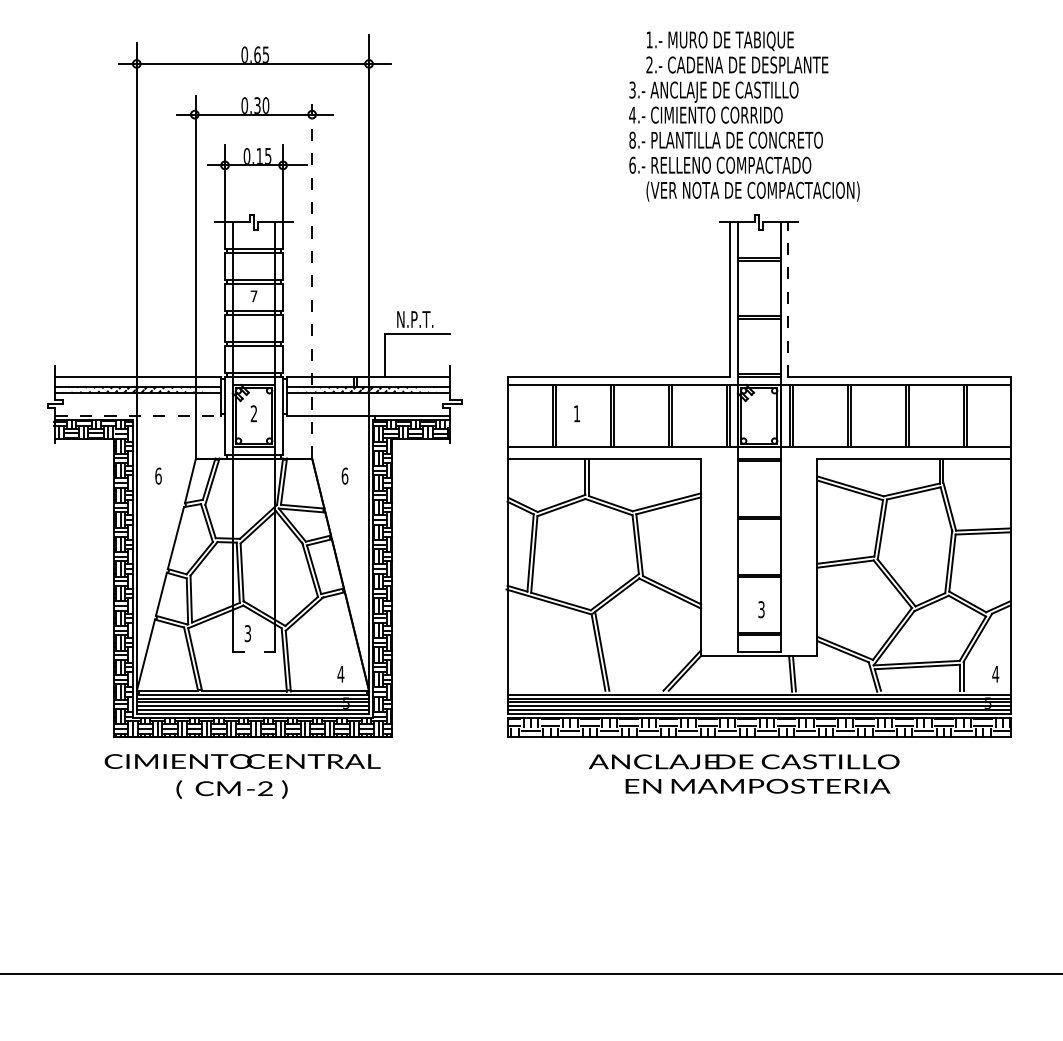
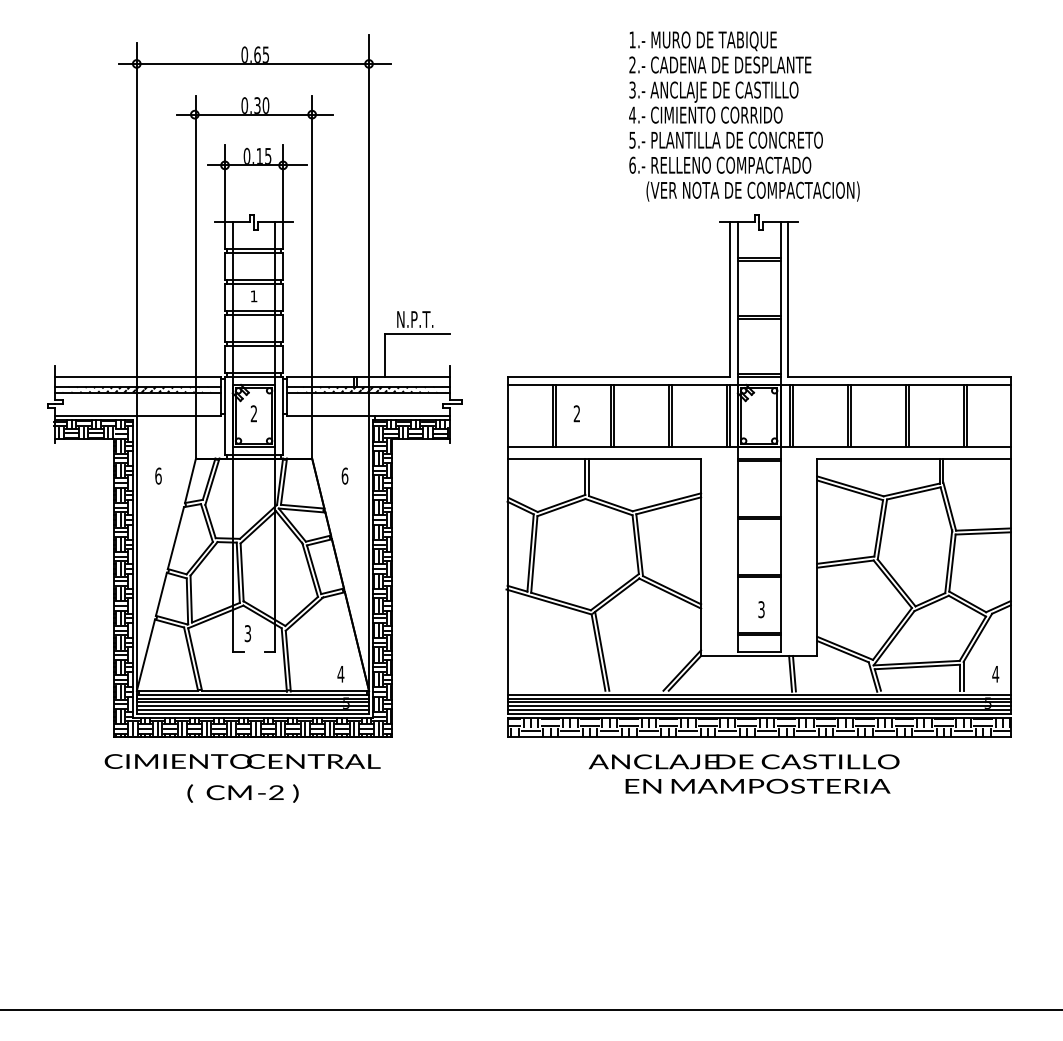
text at (737, 52) position: (737, 52) -> (720, 52)
text at (632, 139): 8.- -> 5.-
line at (312, 276): dashed -> solid
text at (253, 296): 7 -> 1
line at (788, 299): dashed -> solid
text at (576, 413): 1 -> 2
line at (138, 415): dashed -> solid
text at (231, 789) position: (231, 789) -> (242, 793)
line at (530, 973) position: (530, 973) -> (530, 1009)
